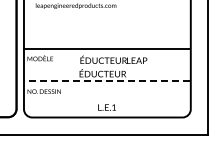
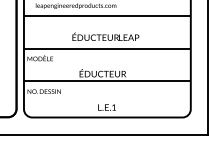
line at (107, 15): none -> present
text at (113, 59) position: (113, 59) -> (105, 36)
line at (106, 81): dashed -> solid
